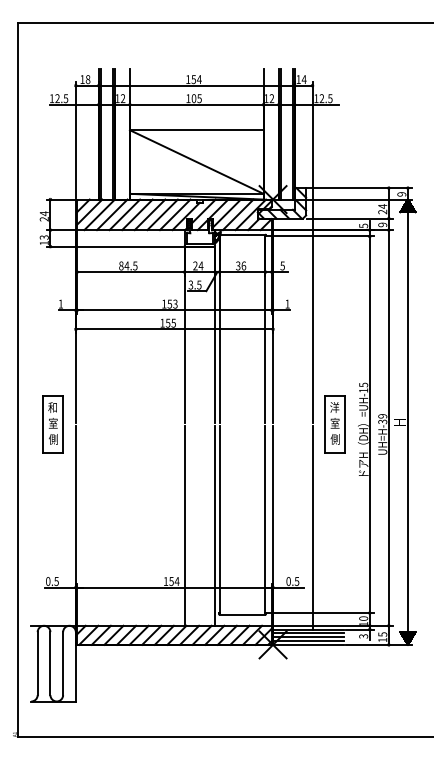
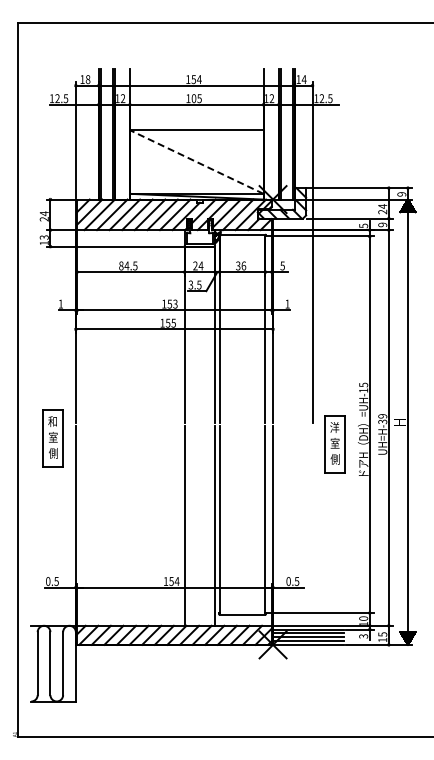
line at (196, 162): solid -> dashed
part at (52, 424) position: (52, 424) -> (52, 438)
part at (334, 424) position: (334, 424) -> (334, 444)
line at (312, 527): present -> none
